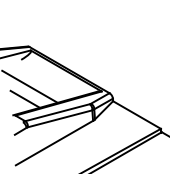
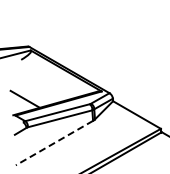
line at (29, 86): present -> none
line at (54, 143): solid -> dashed
